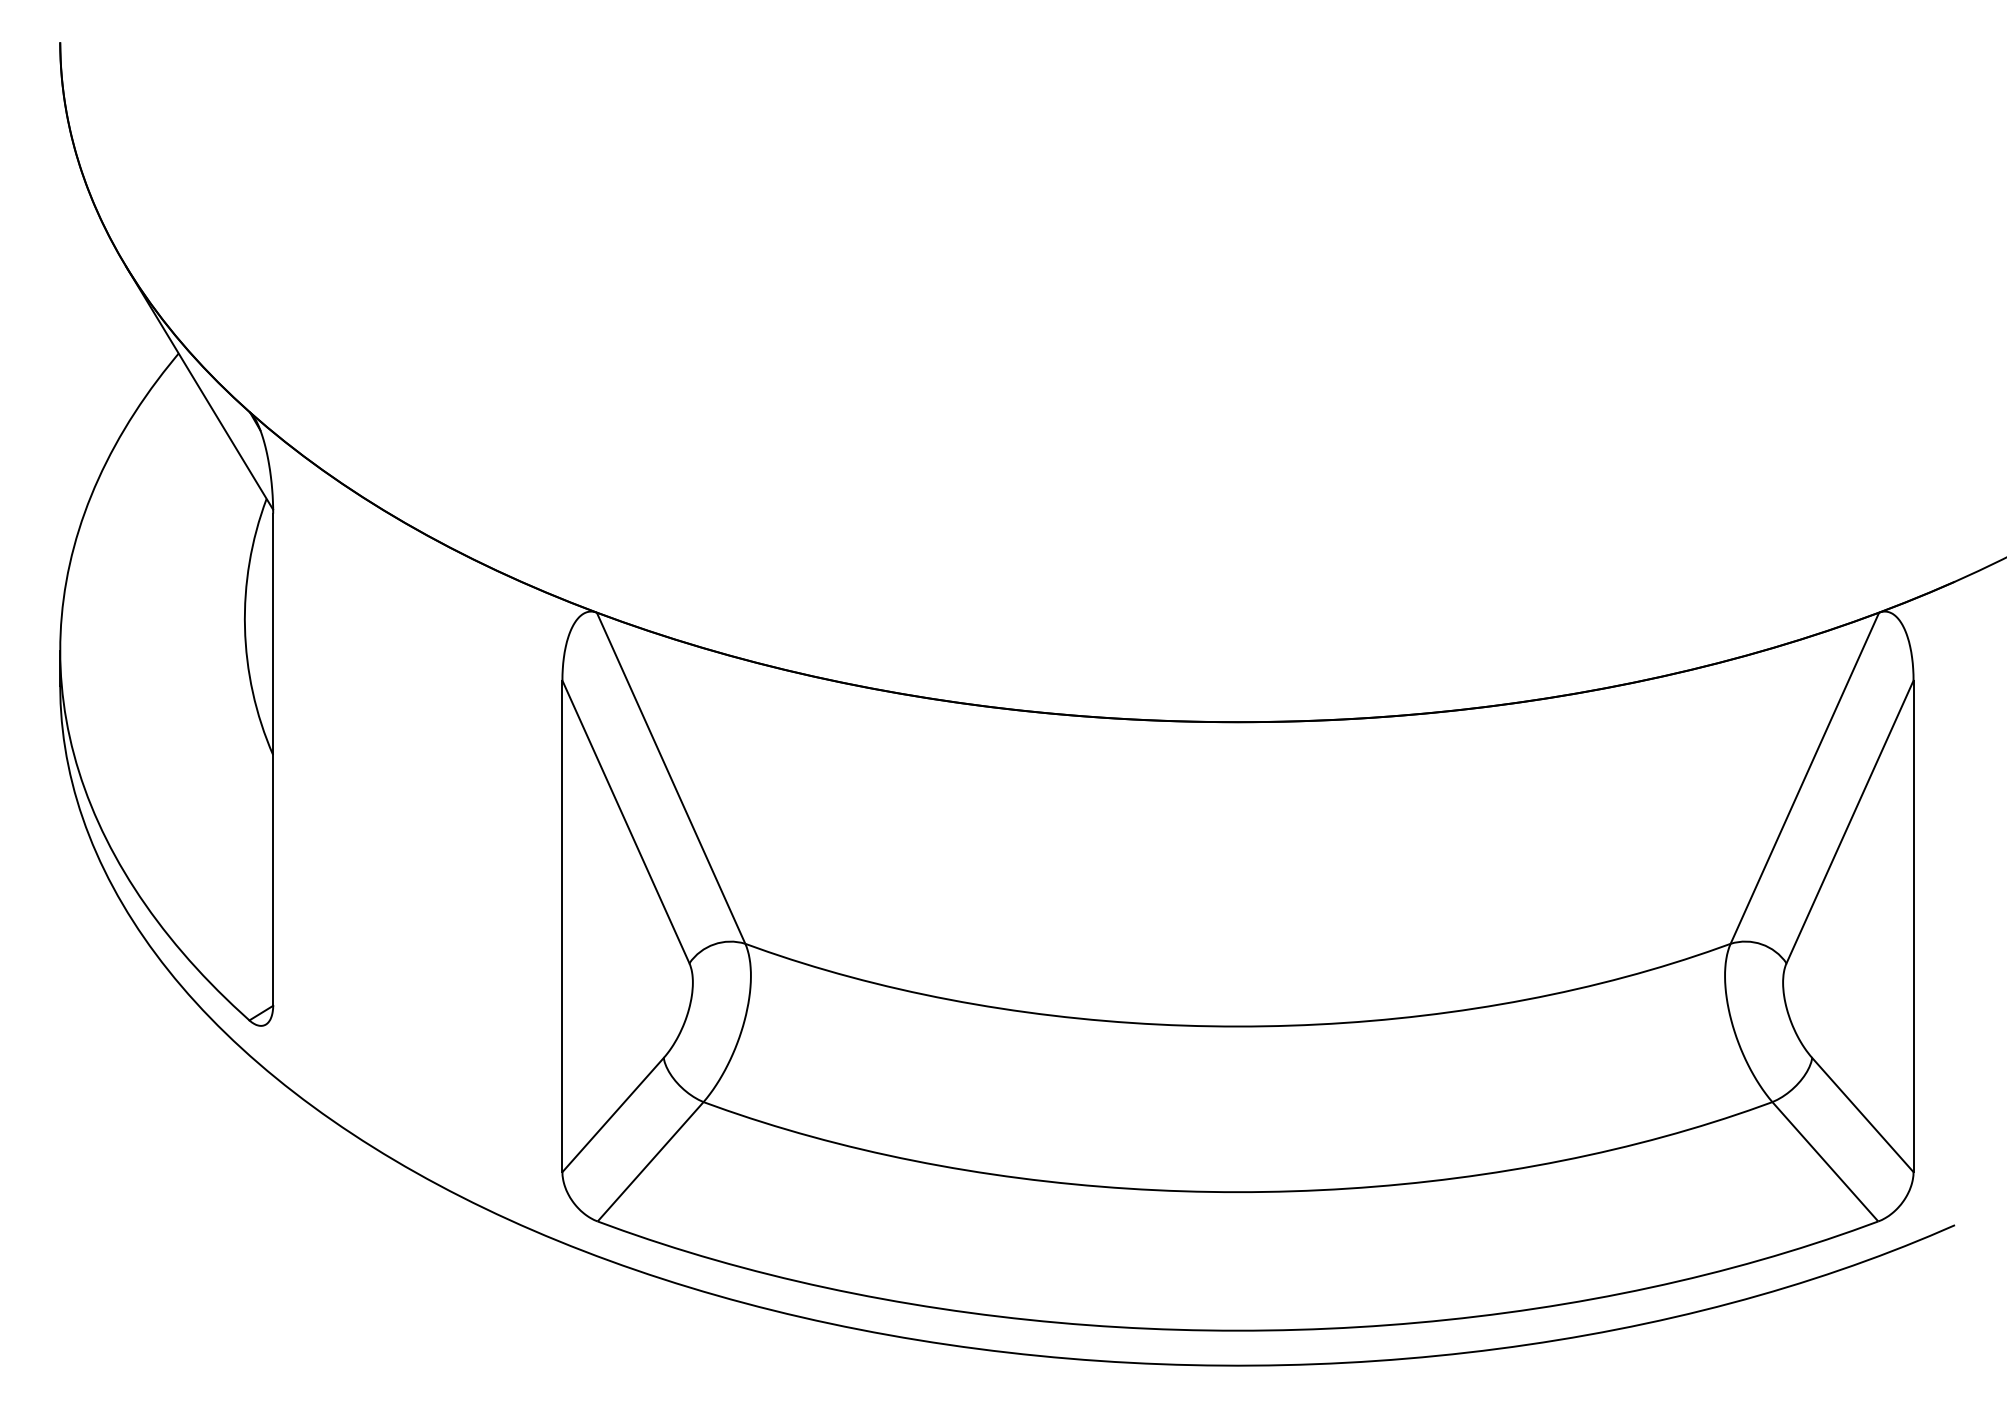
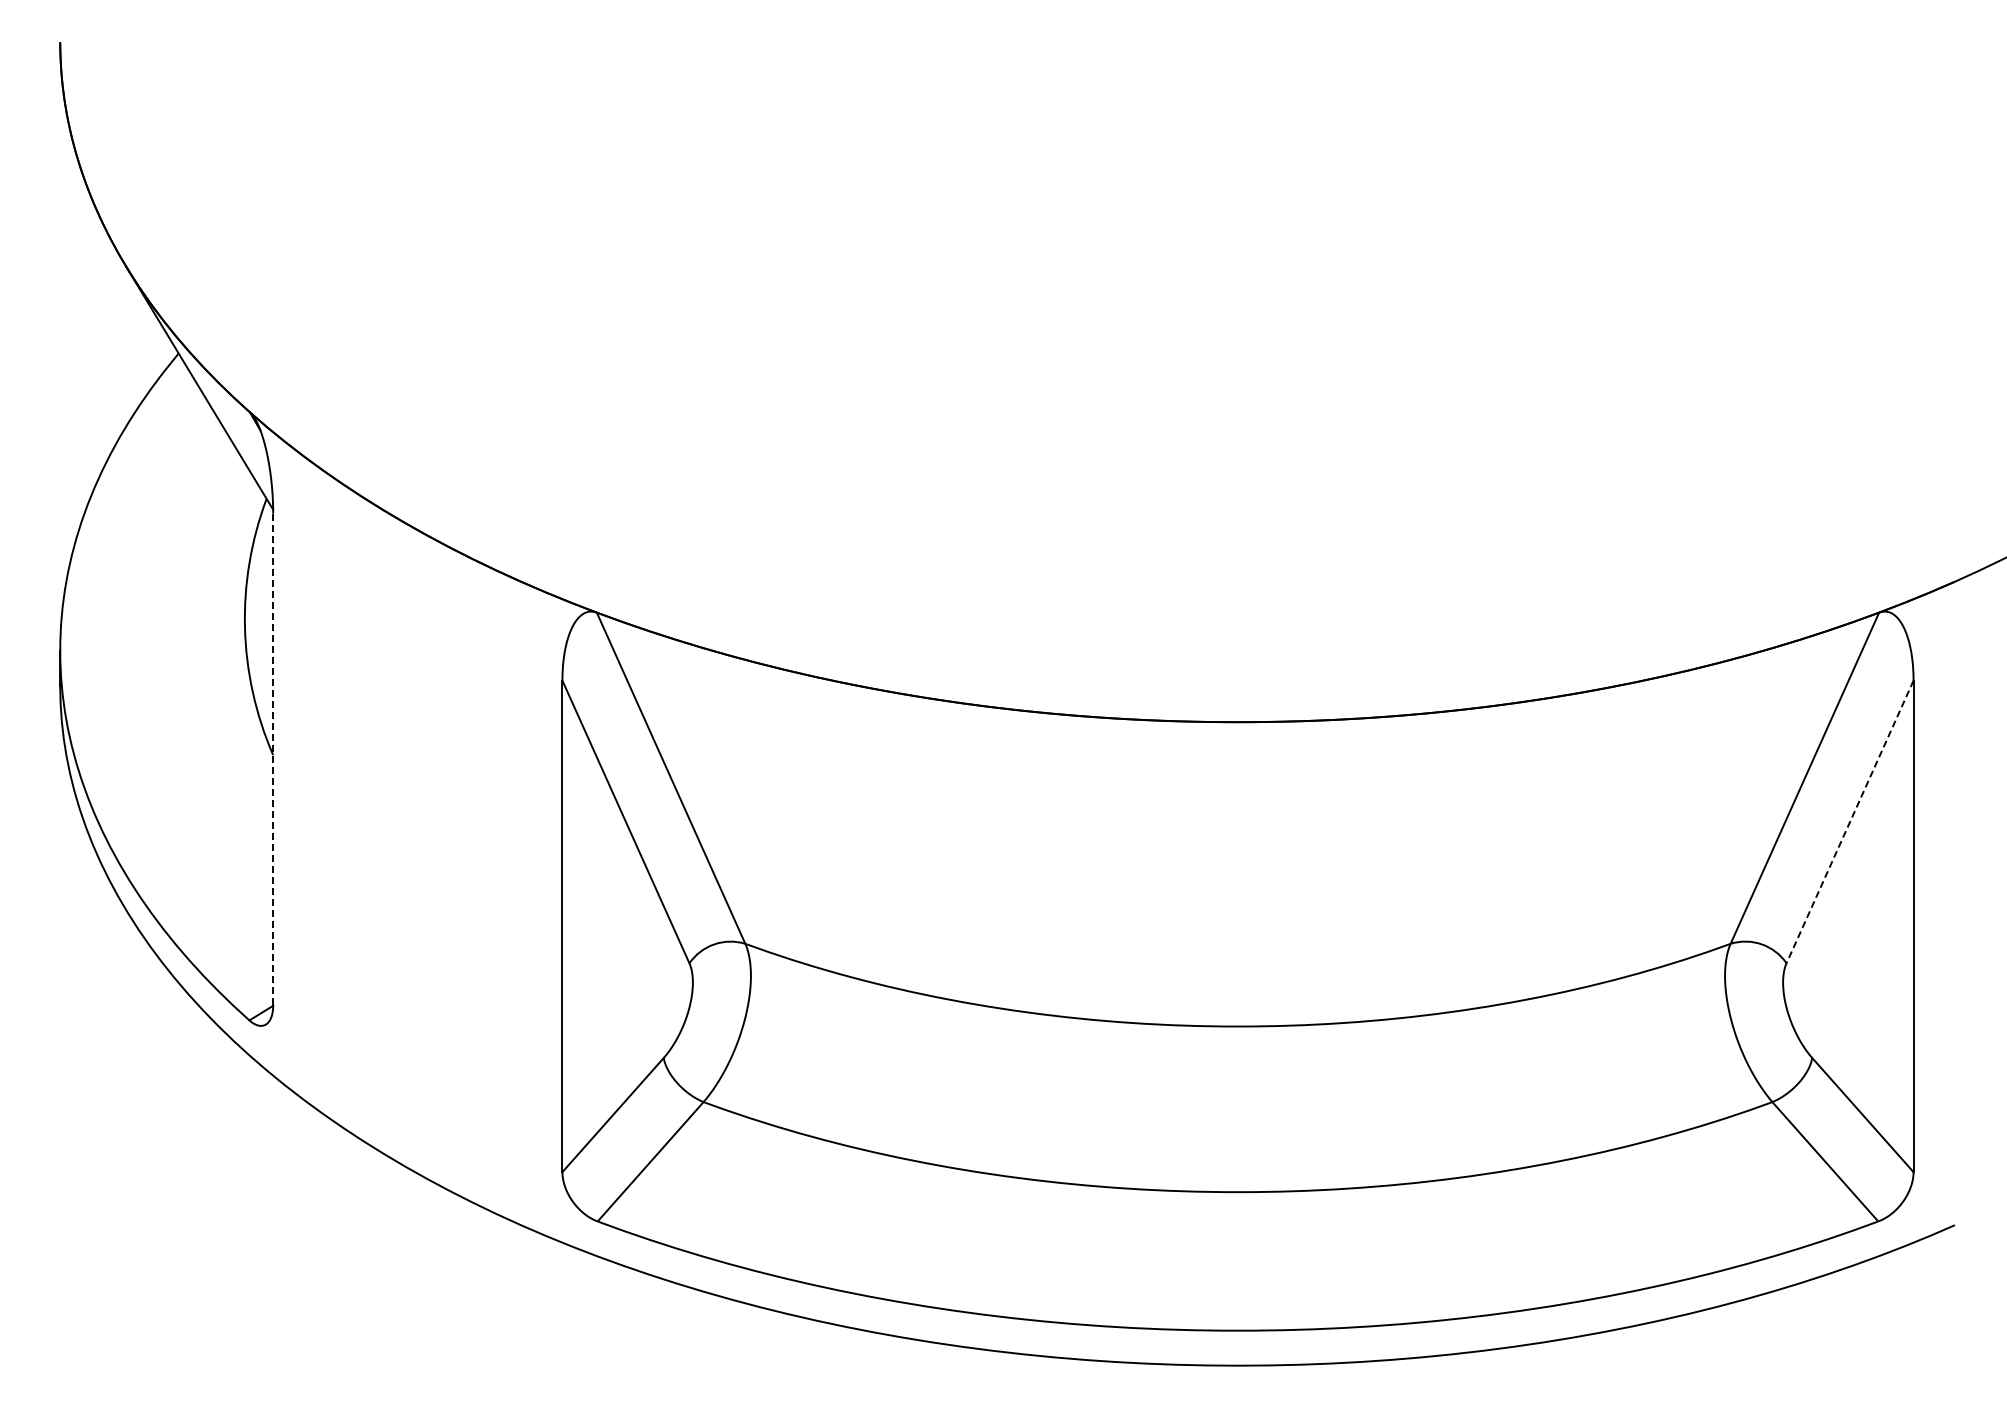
line at (273, 759): solid -> dashed
line at (1850, 821): solid -> dashed
